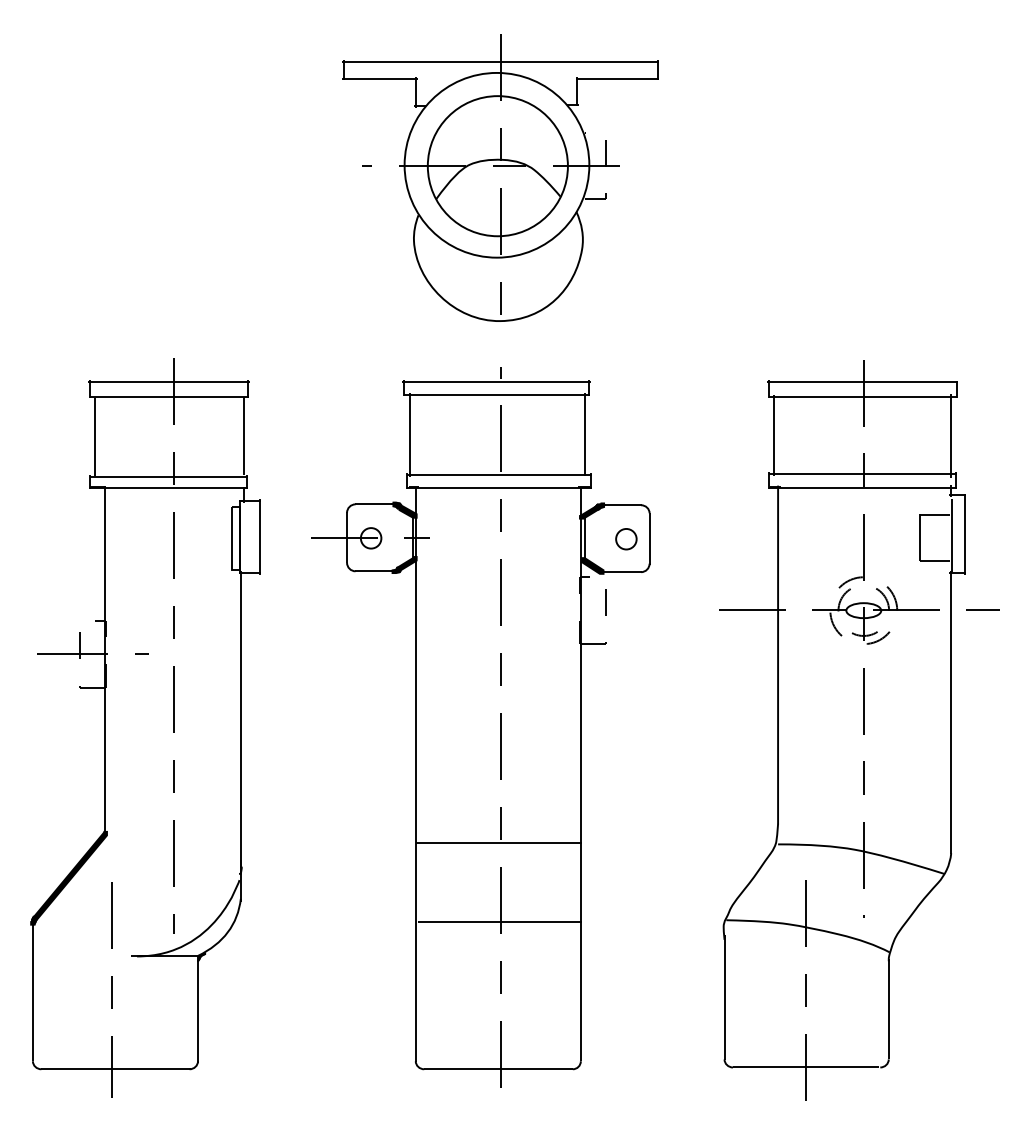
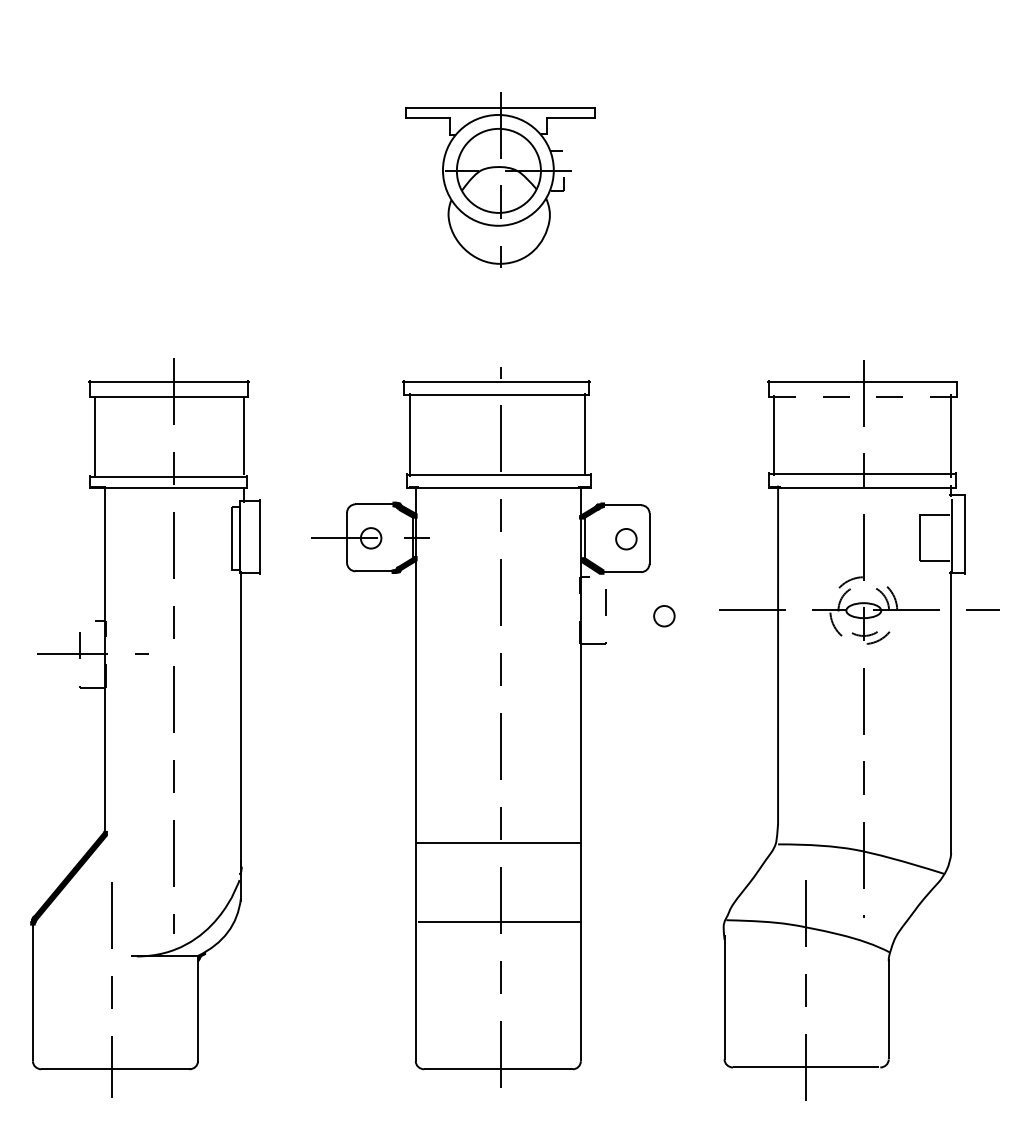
part at (500, 177) size: 317x288 px -> 191x176 px
line at (863, 396): solid -> dashed
part at (664, 616): none -> present
